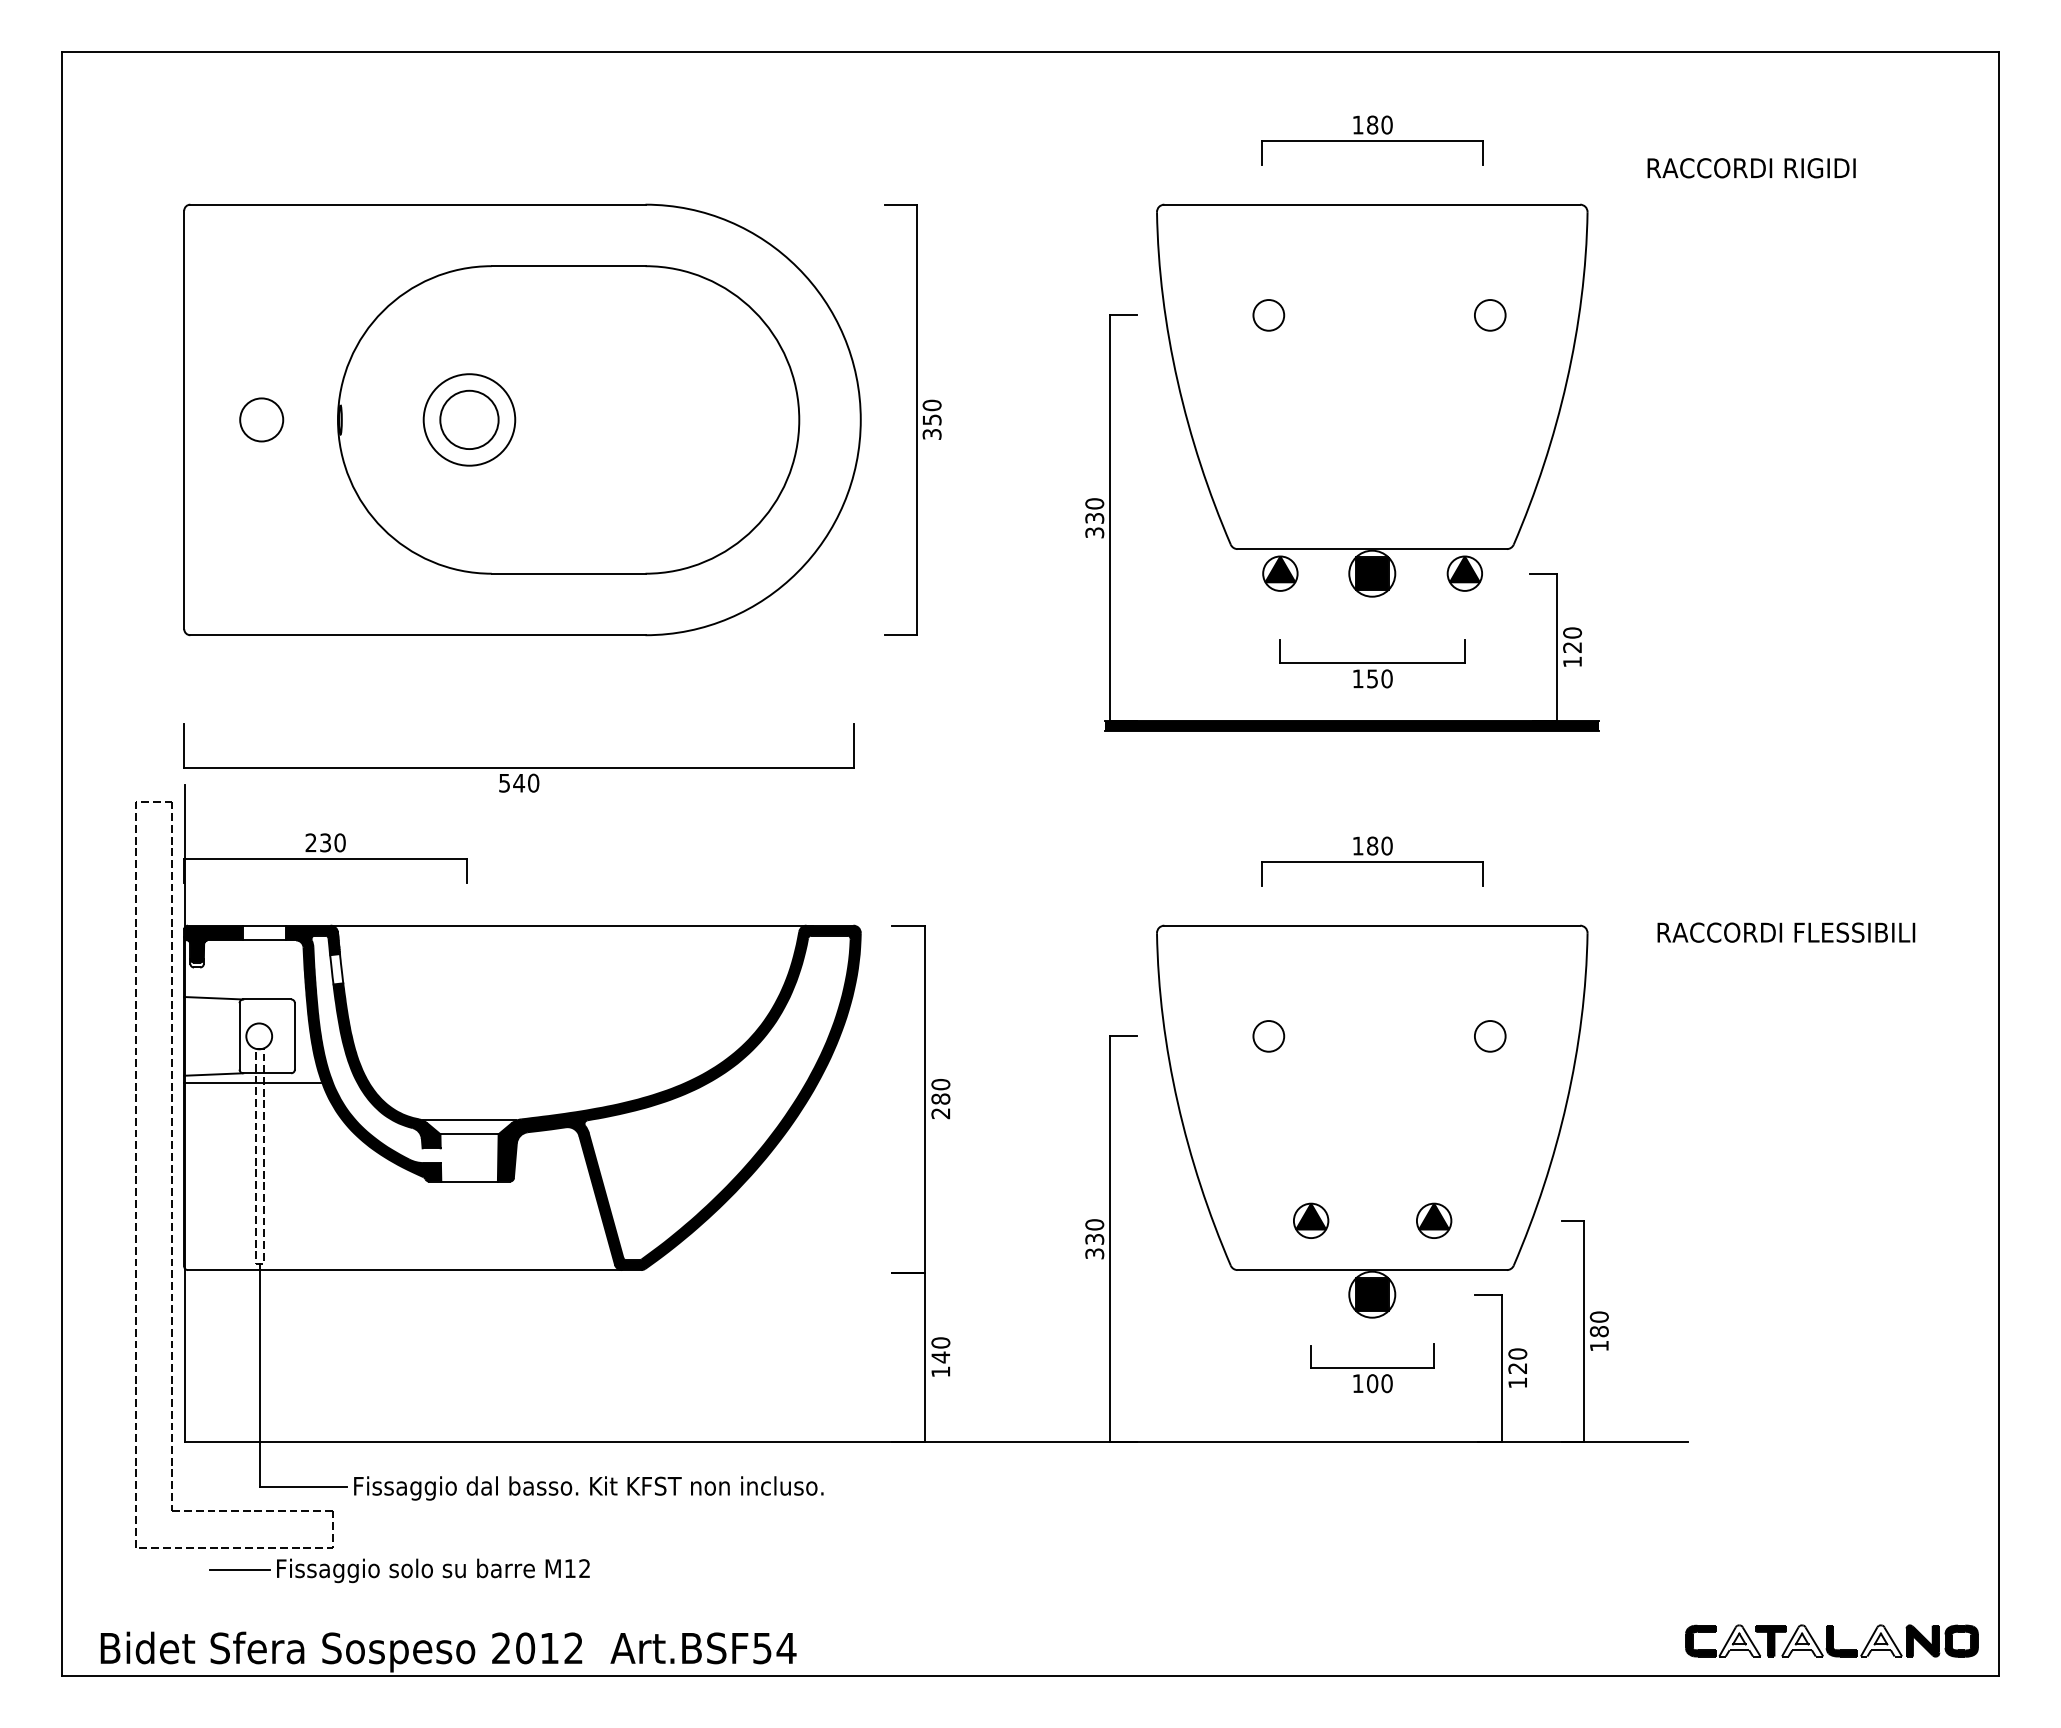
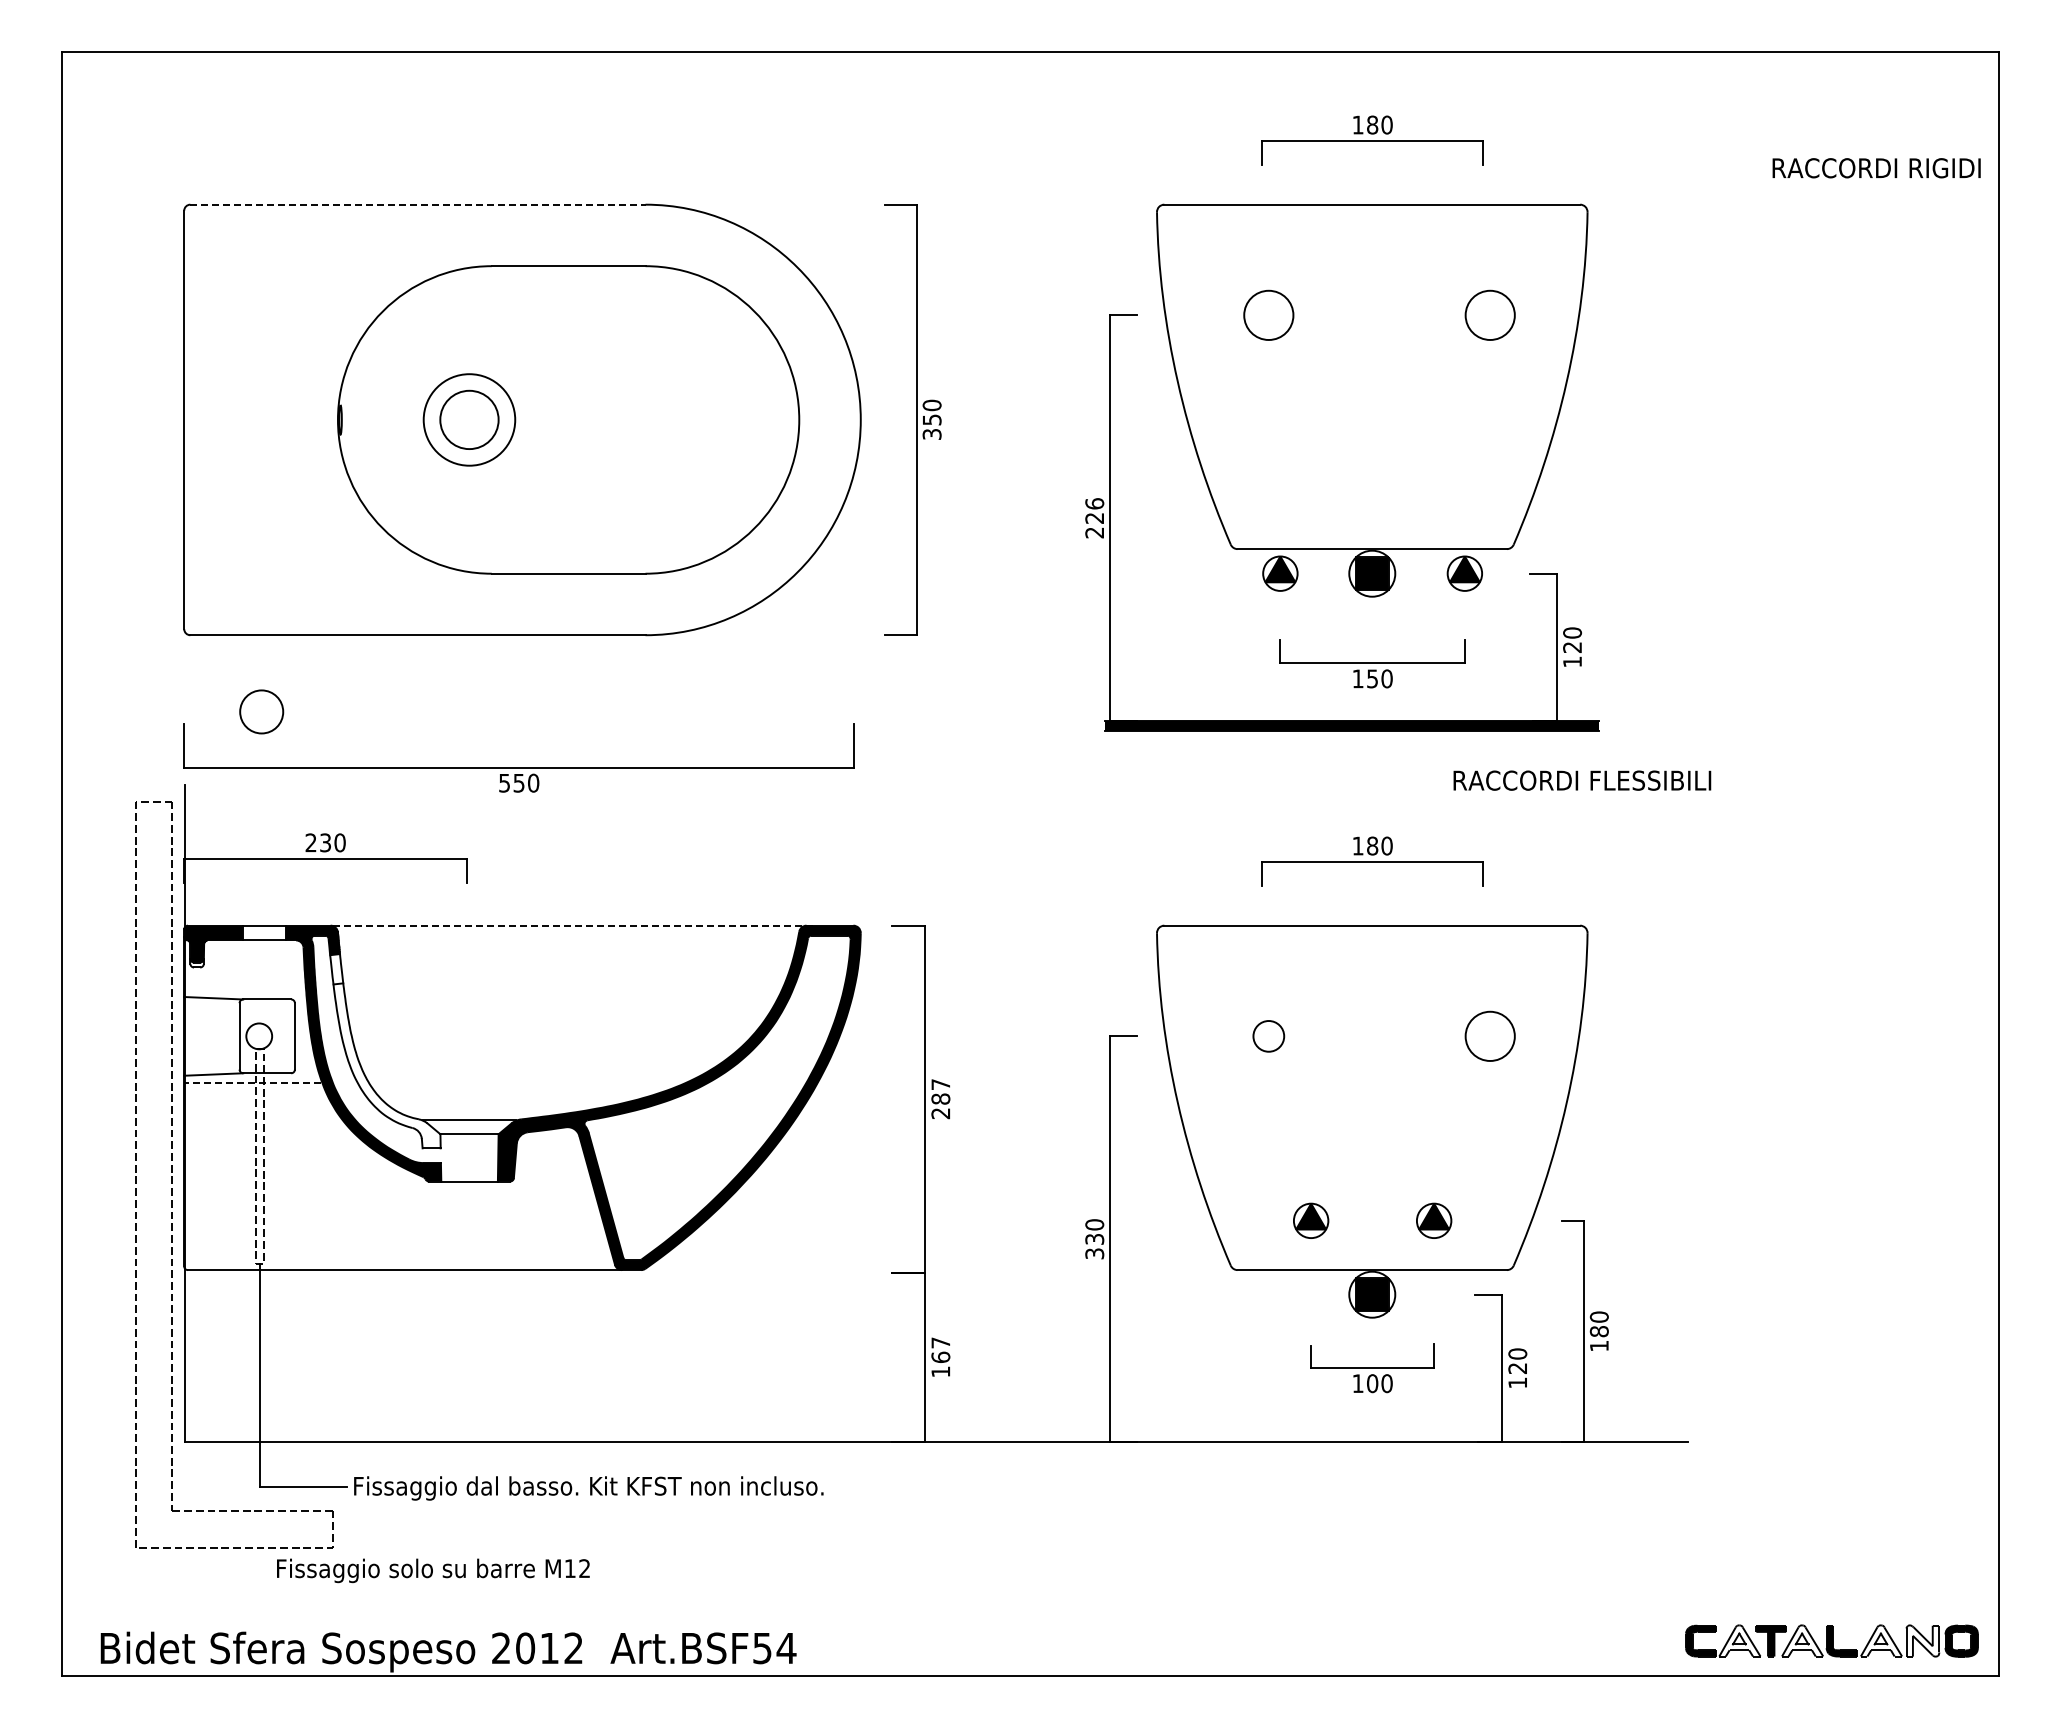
text at (1751, 168) position: (1751, 168) -> (1876, 168)
line at (417, 204): solid -> dashed
circle at (1268, 315) diameter: 31 px -> 49 px
circle at (1489, 315) diameter: 31 px -> 49 px
circle at (261, 419) position: (261, 419) -> (261, 711)
text at (1094, 518): 330 -> 226
text at (519, 783): 540 -> 550
line at (571, 925): solid -> dashed
text at (1786, 932) position: (1786, 932) -> (1582, 780)
circle at (1489, 1036) diameter: 31 px -> 49 px
fill at (386, 1065): present -> none
line at (252, 1083): solid -> dashed
text at (940, 1084): 280 -> 287
text at (940, 1350): 140 -> 167
line at (239, 1569): present -> none
fill at (1922, 1640): present -> none
